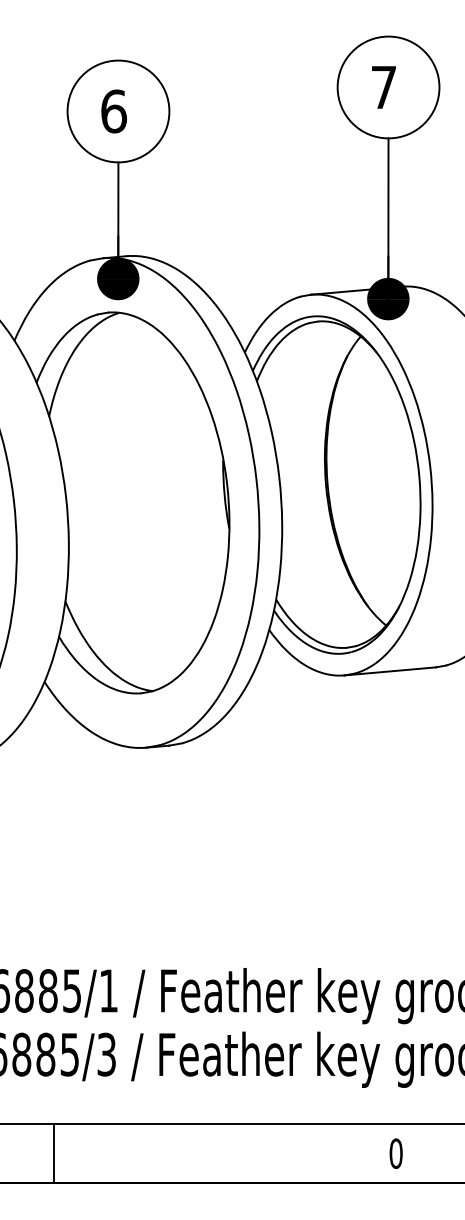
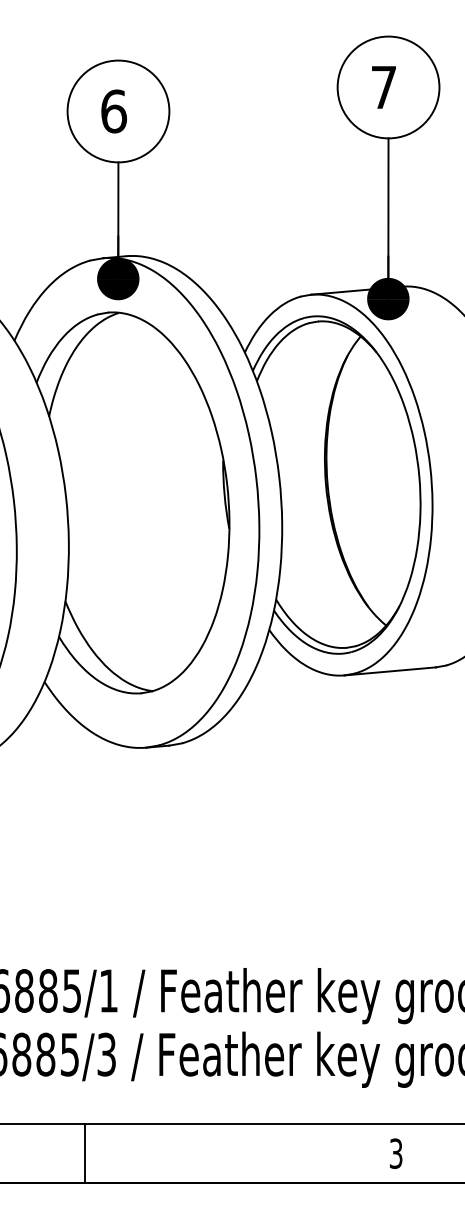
line at (54, 1153) position: (54, 1153) -> (85, 1153)
text at (395, 1153): 0 -> 3
